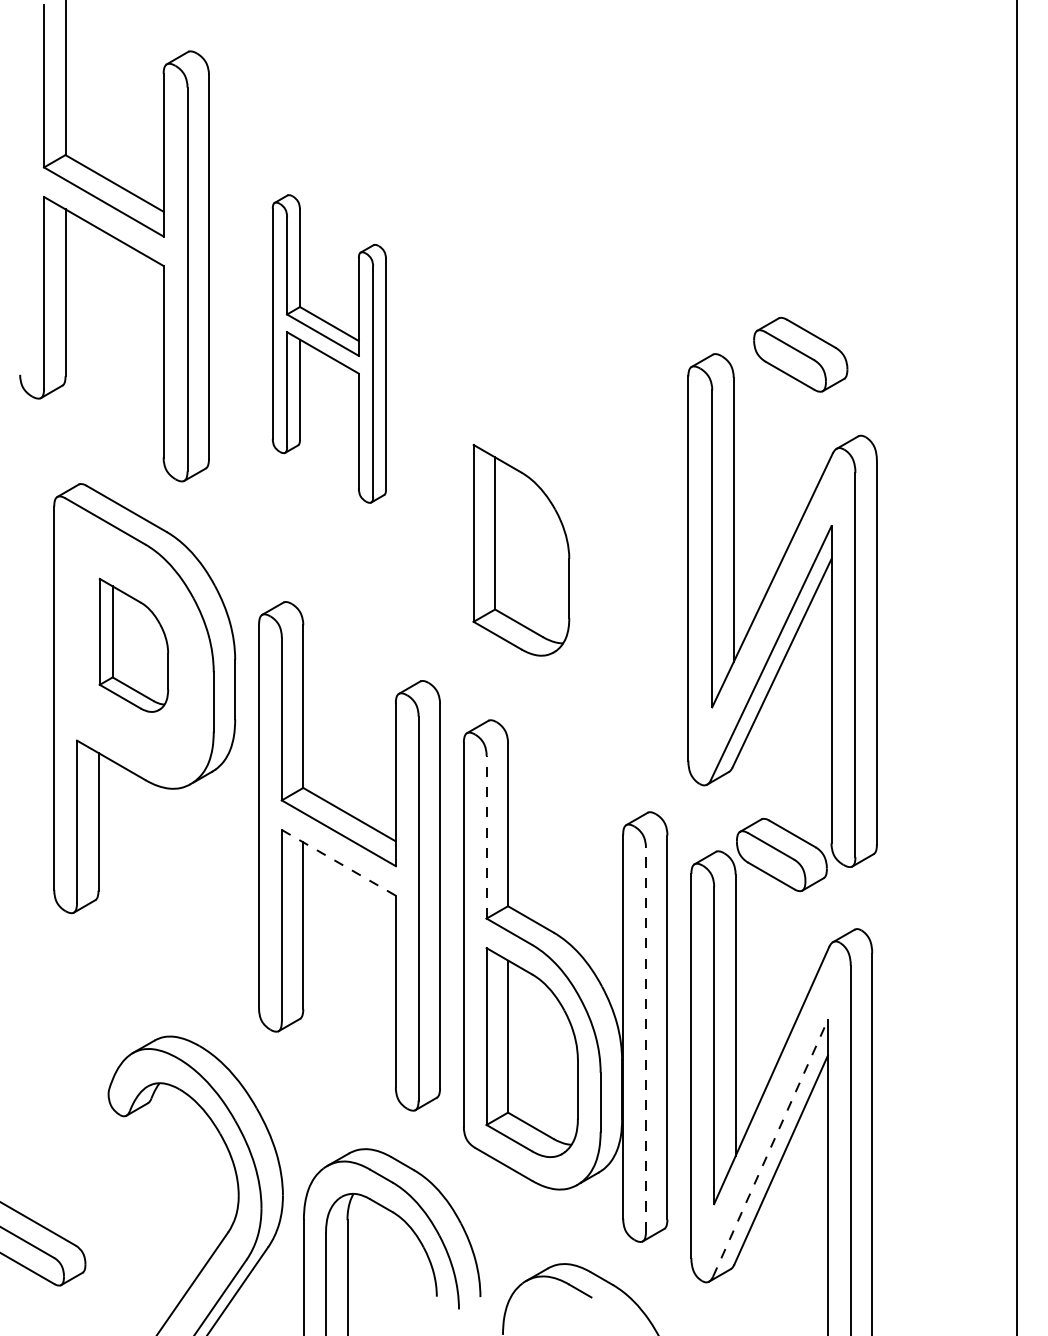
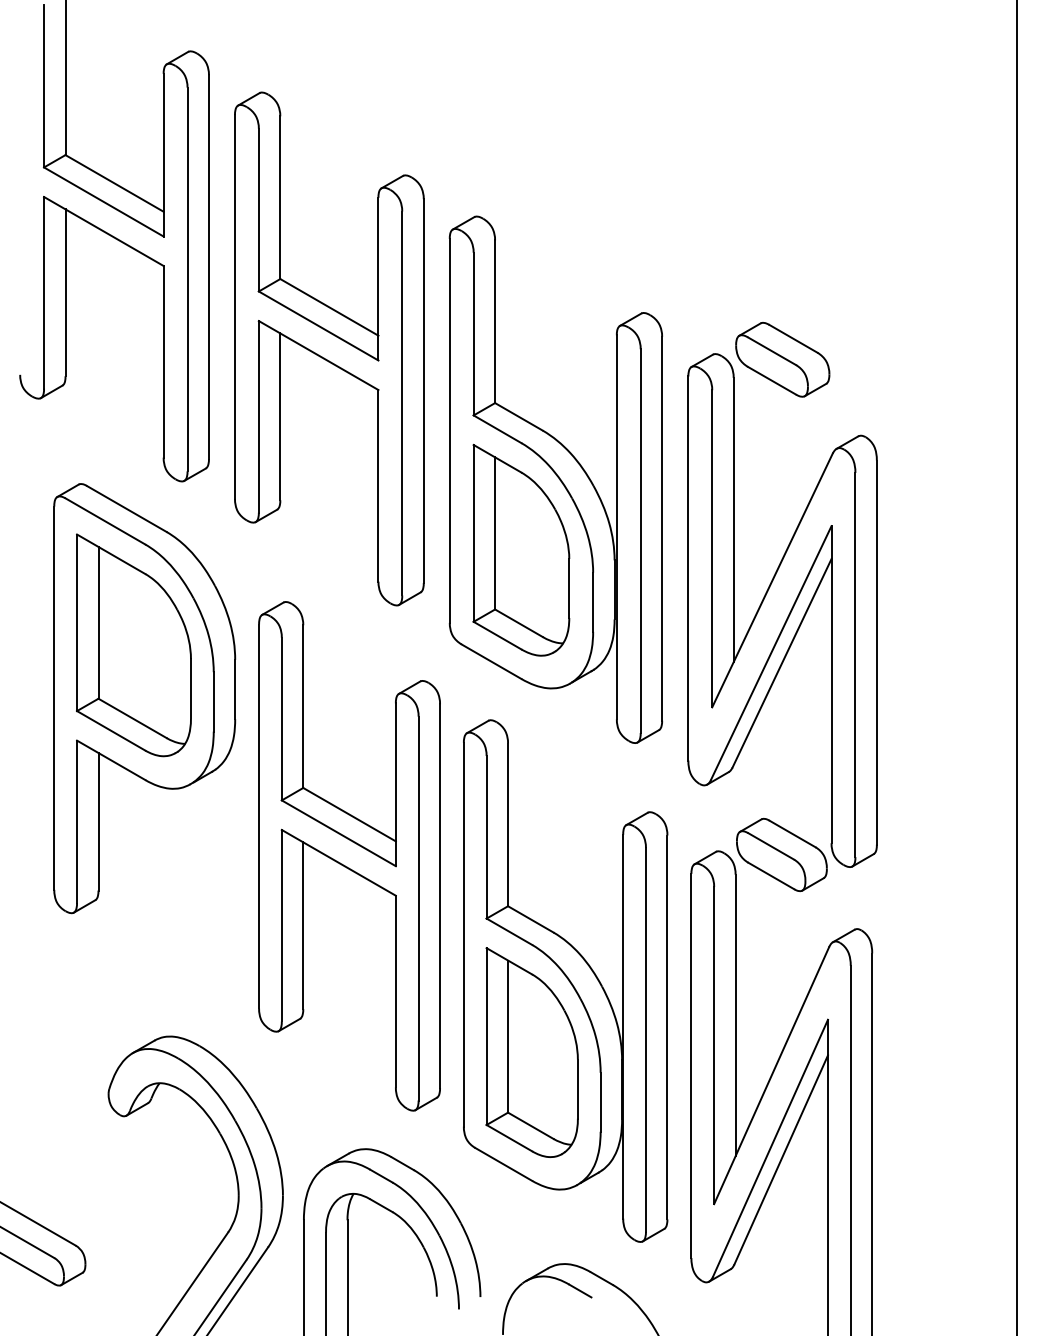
part at (328, 348) size: 116x310 px -> 191x516 px
part at (800, 354) position: (800, 354) -> (782, 359)
part at (555, 479): none -> present
part at (133, 644) size: 72x136 px -> 116x225 px
line at (486, 836): dashed -> solid
line at (338, 862): dashed -> solid
line at (645, 1039): dashed -> solid
line at (770, 1148): dashed -> solid
